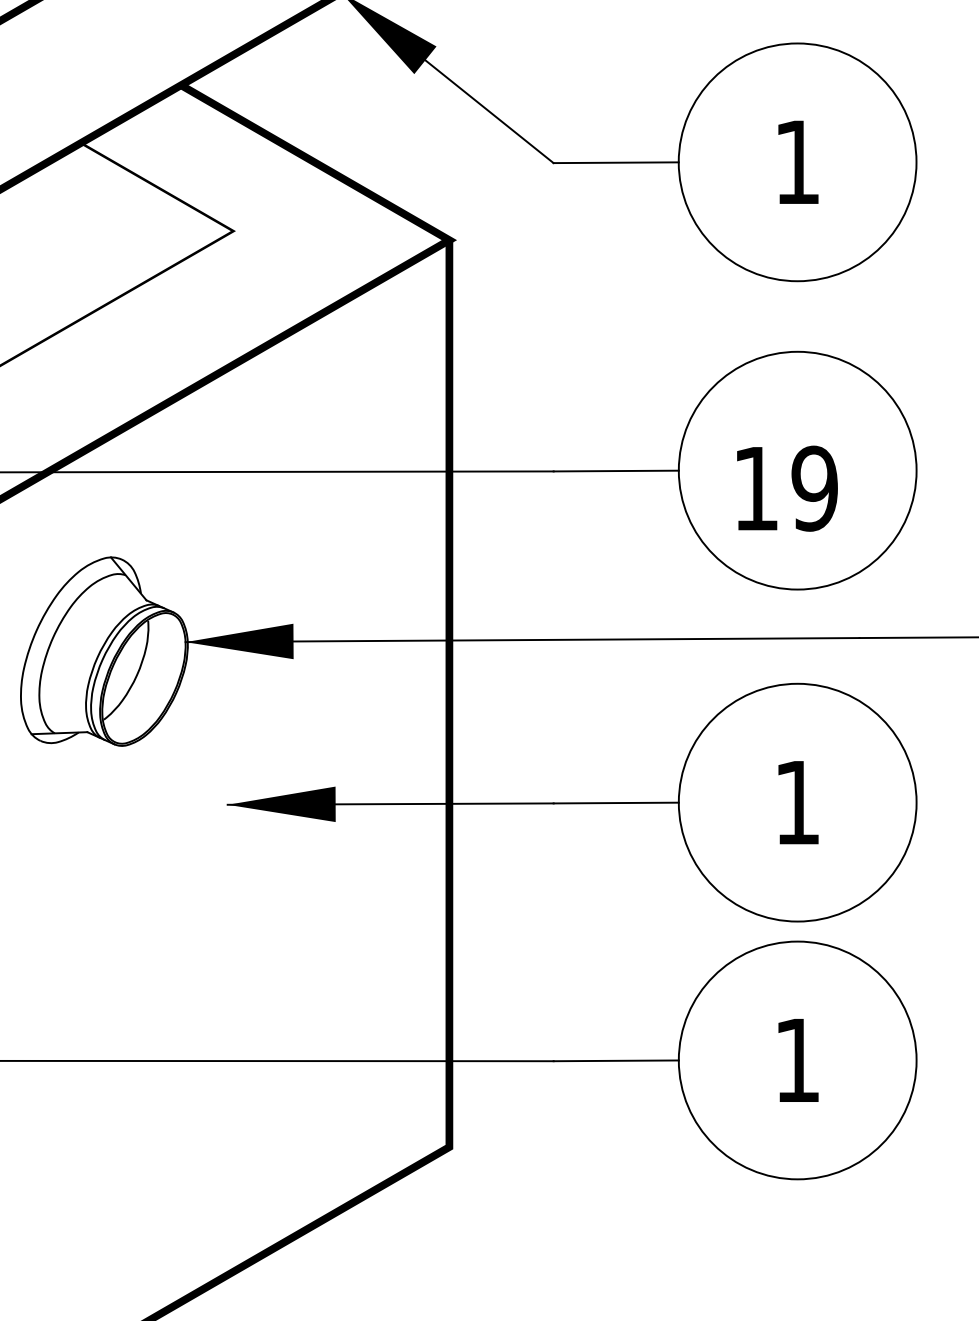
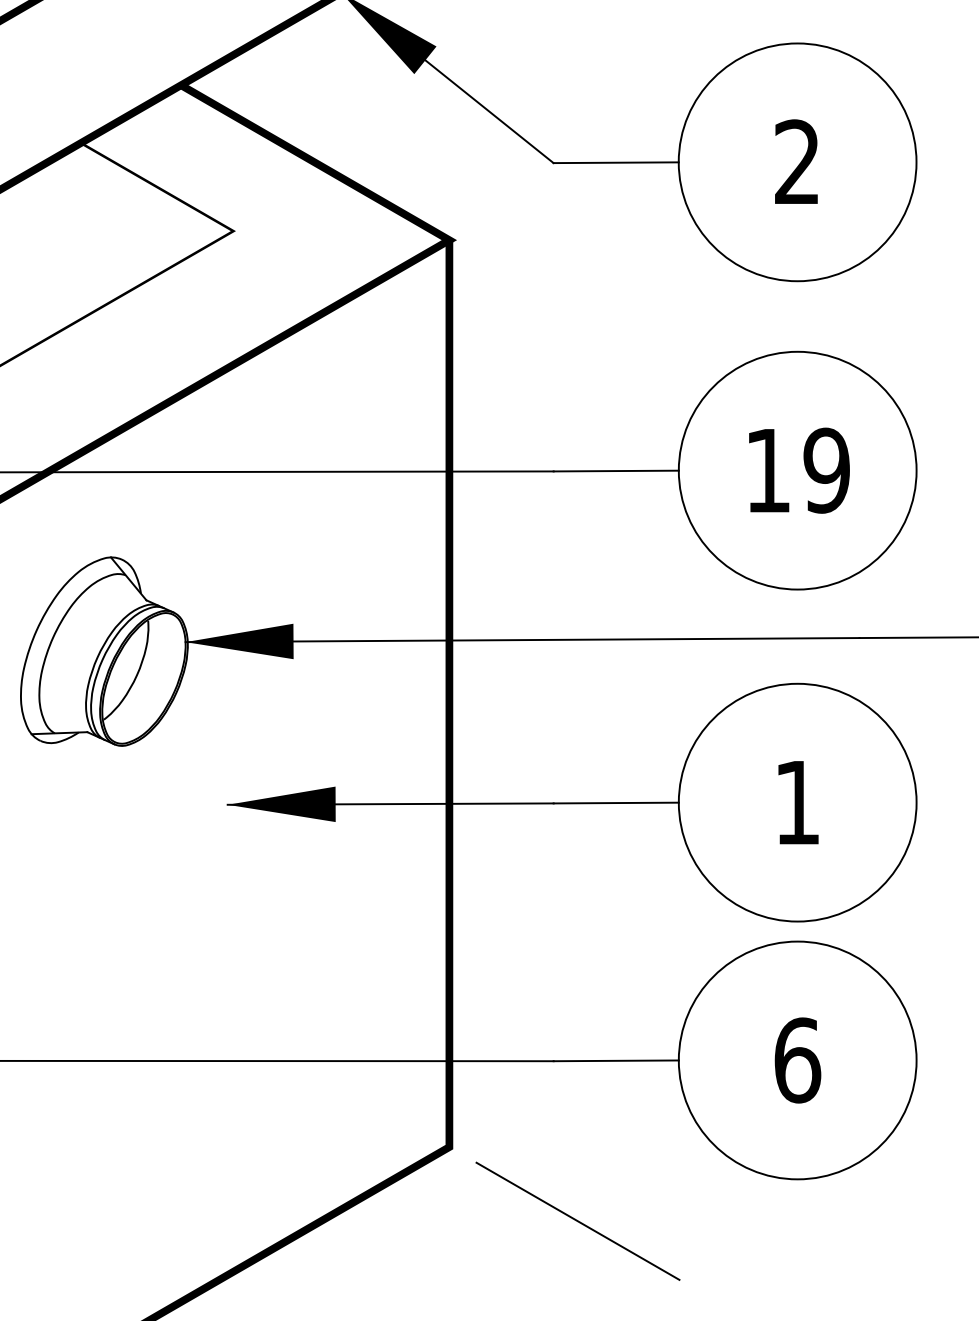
text at (796, 161): 1 -> 2
text at (787, 488) position: (787, 488) -> (799, 470)
text at (797, 1060): 1 -> 6
line at (577, 1220): none -> present
